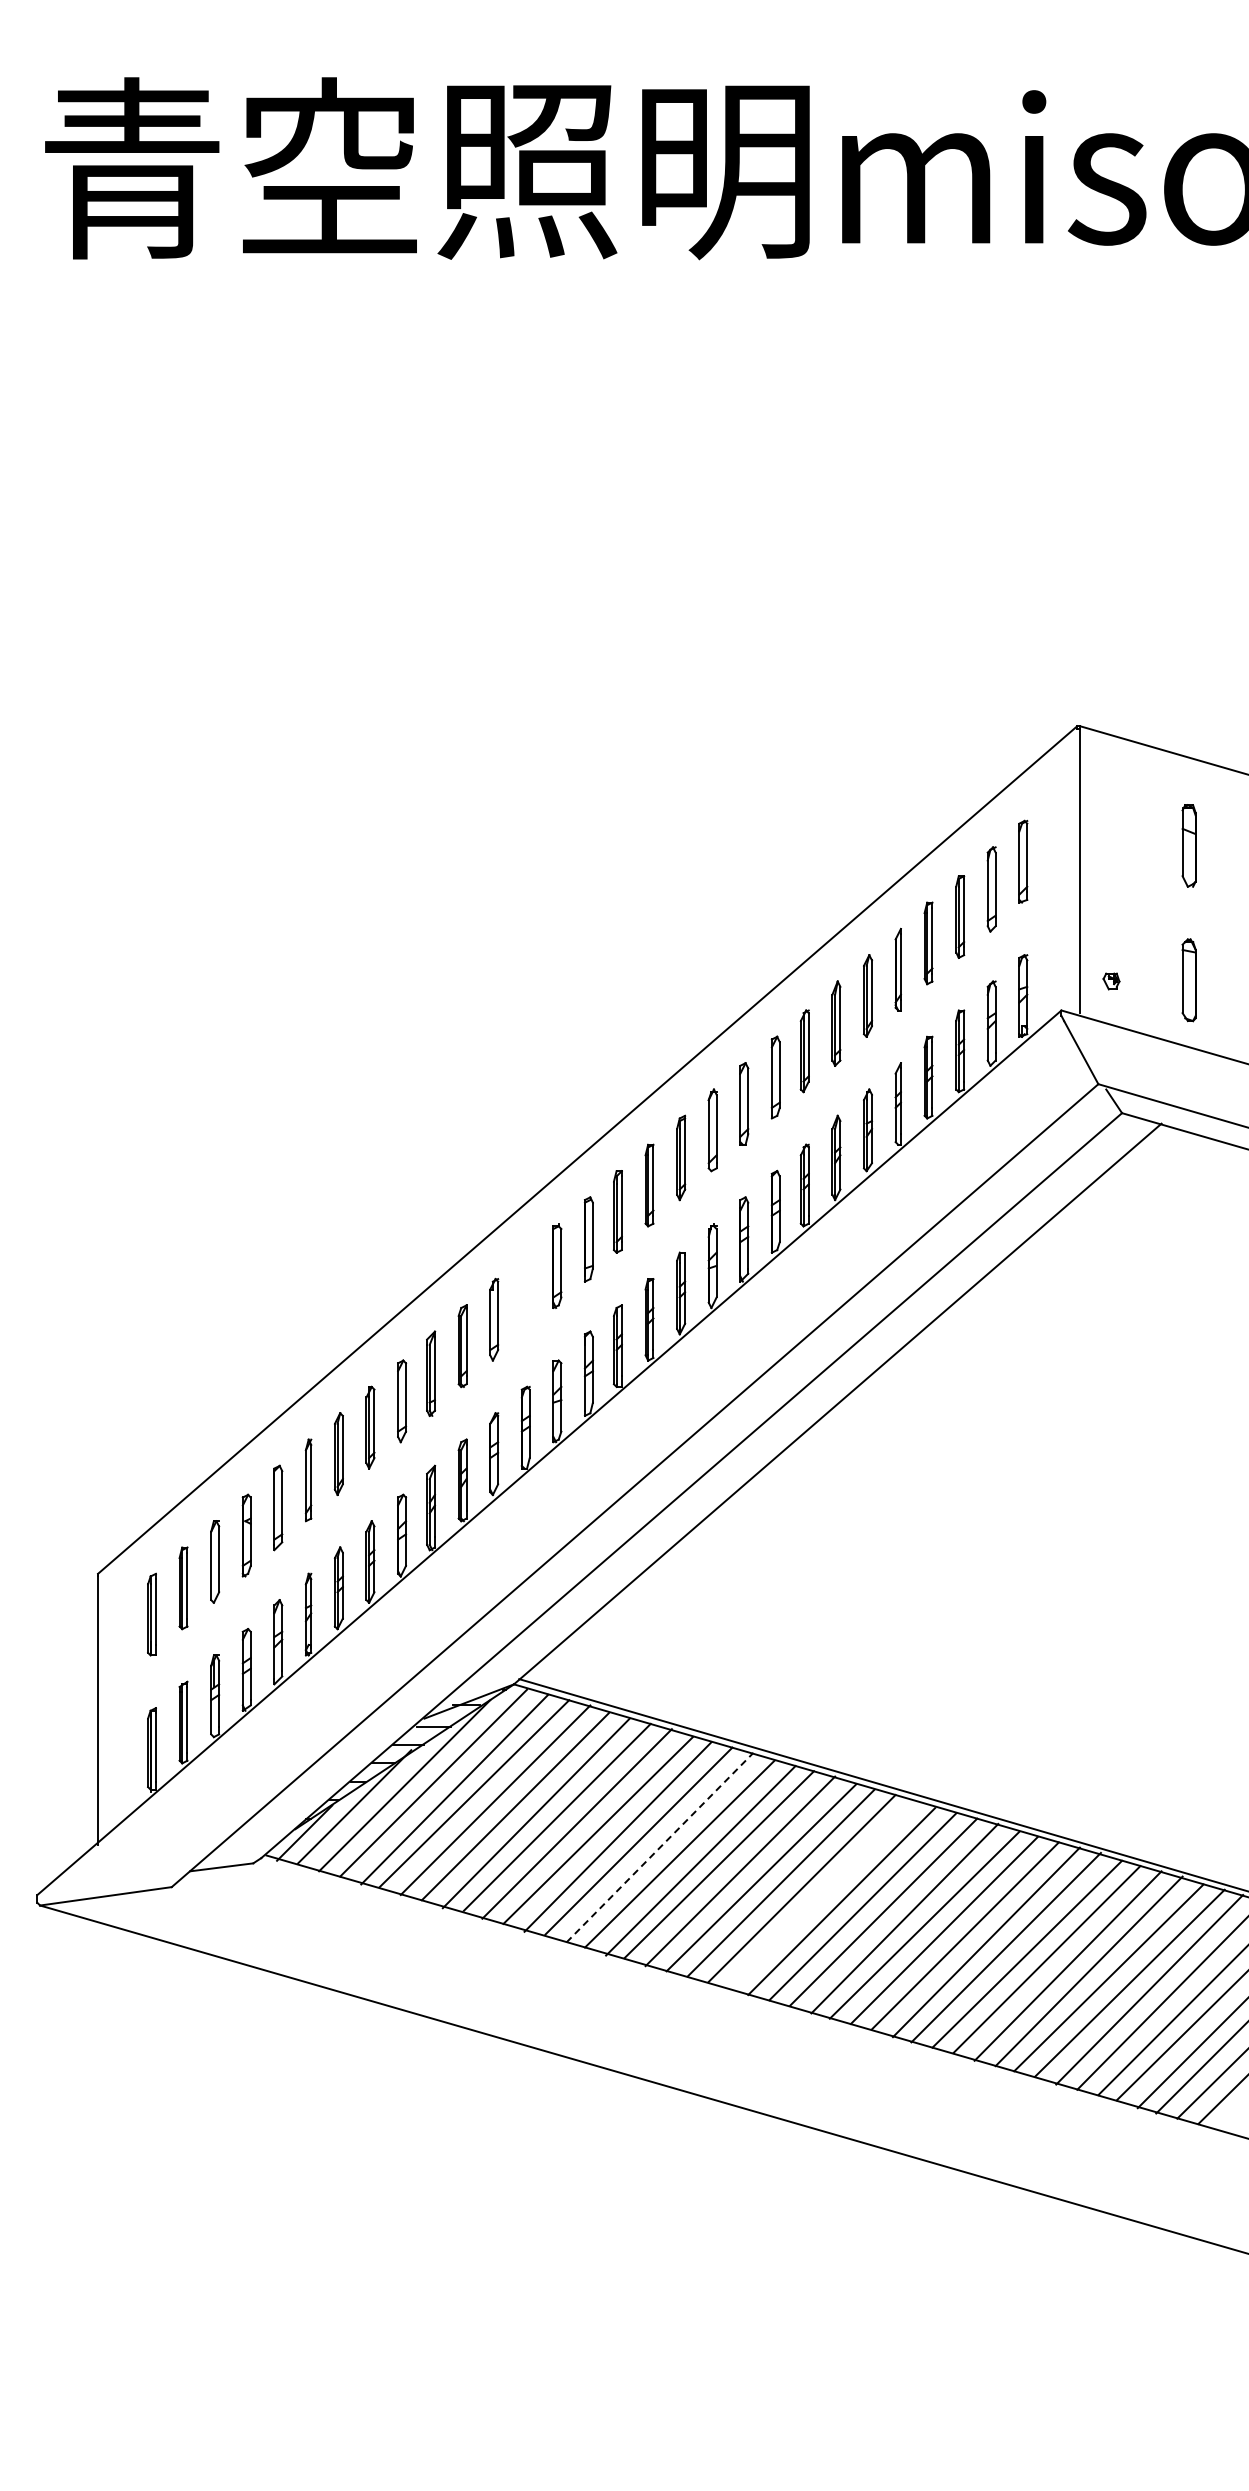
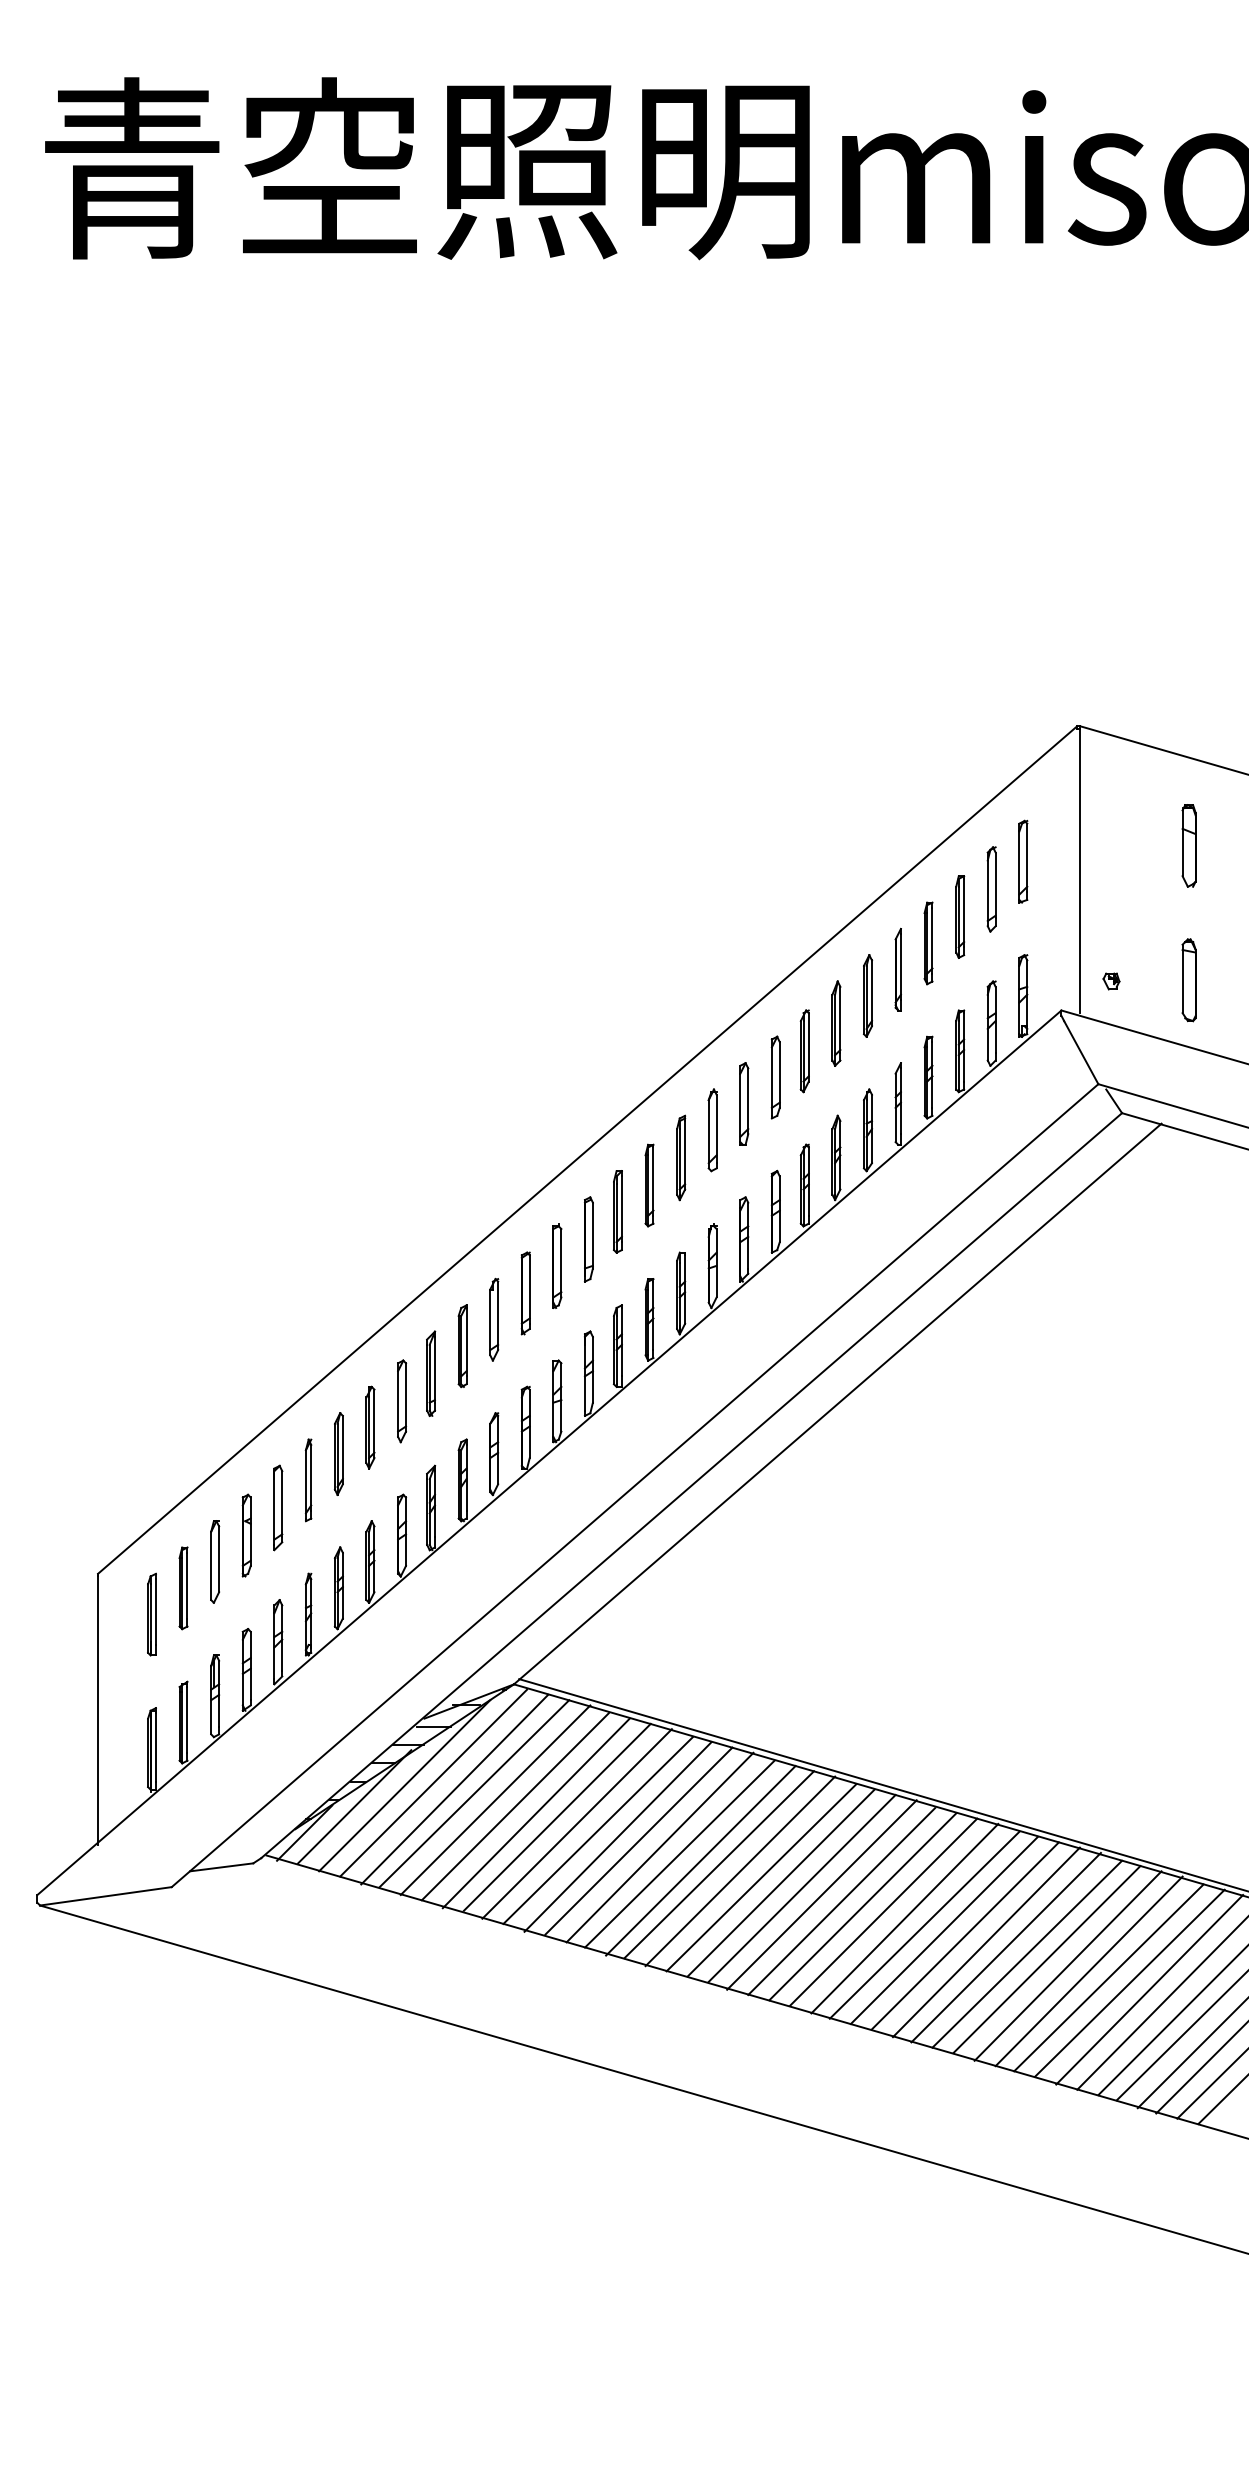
part at (525, 1293): none -> present
line at (660, 1847): dashed -> solid
line at (821, 1894): none -> present
